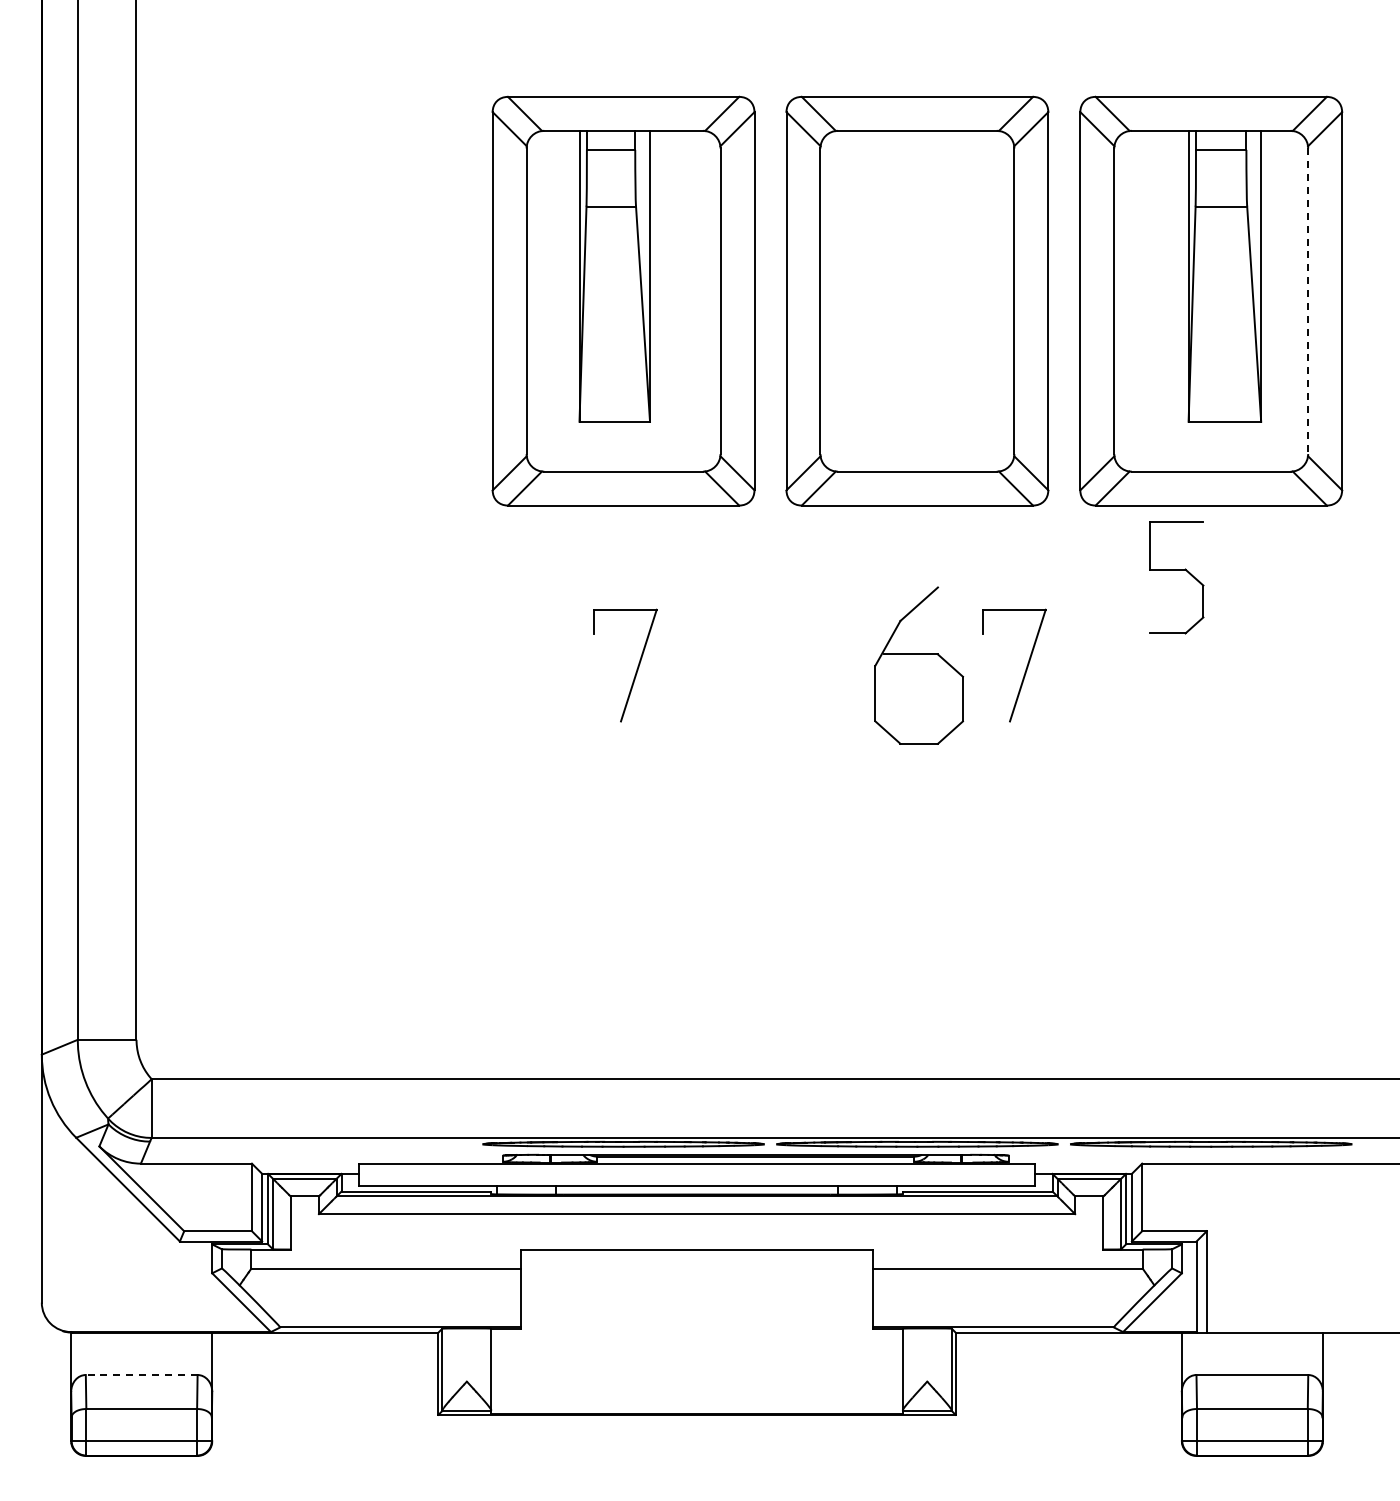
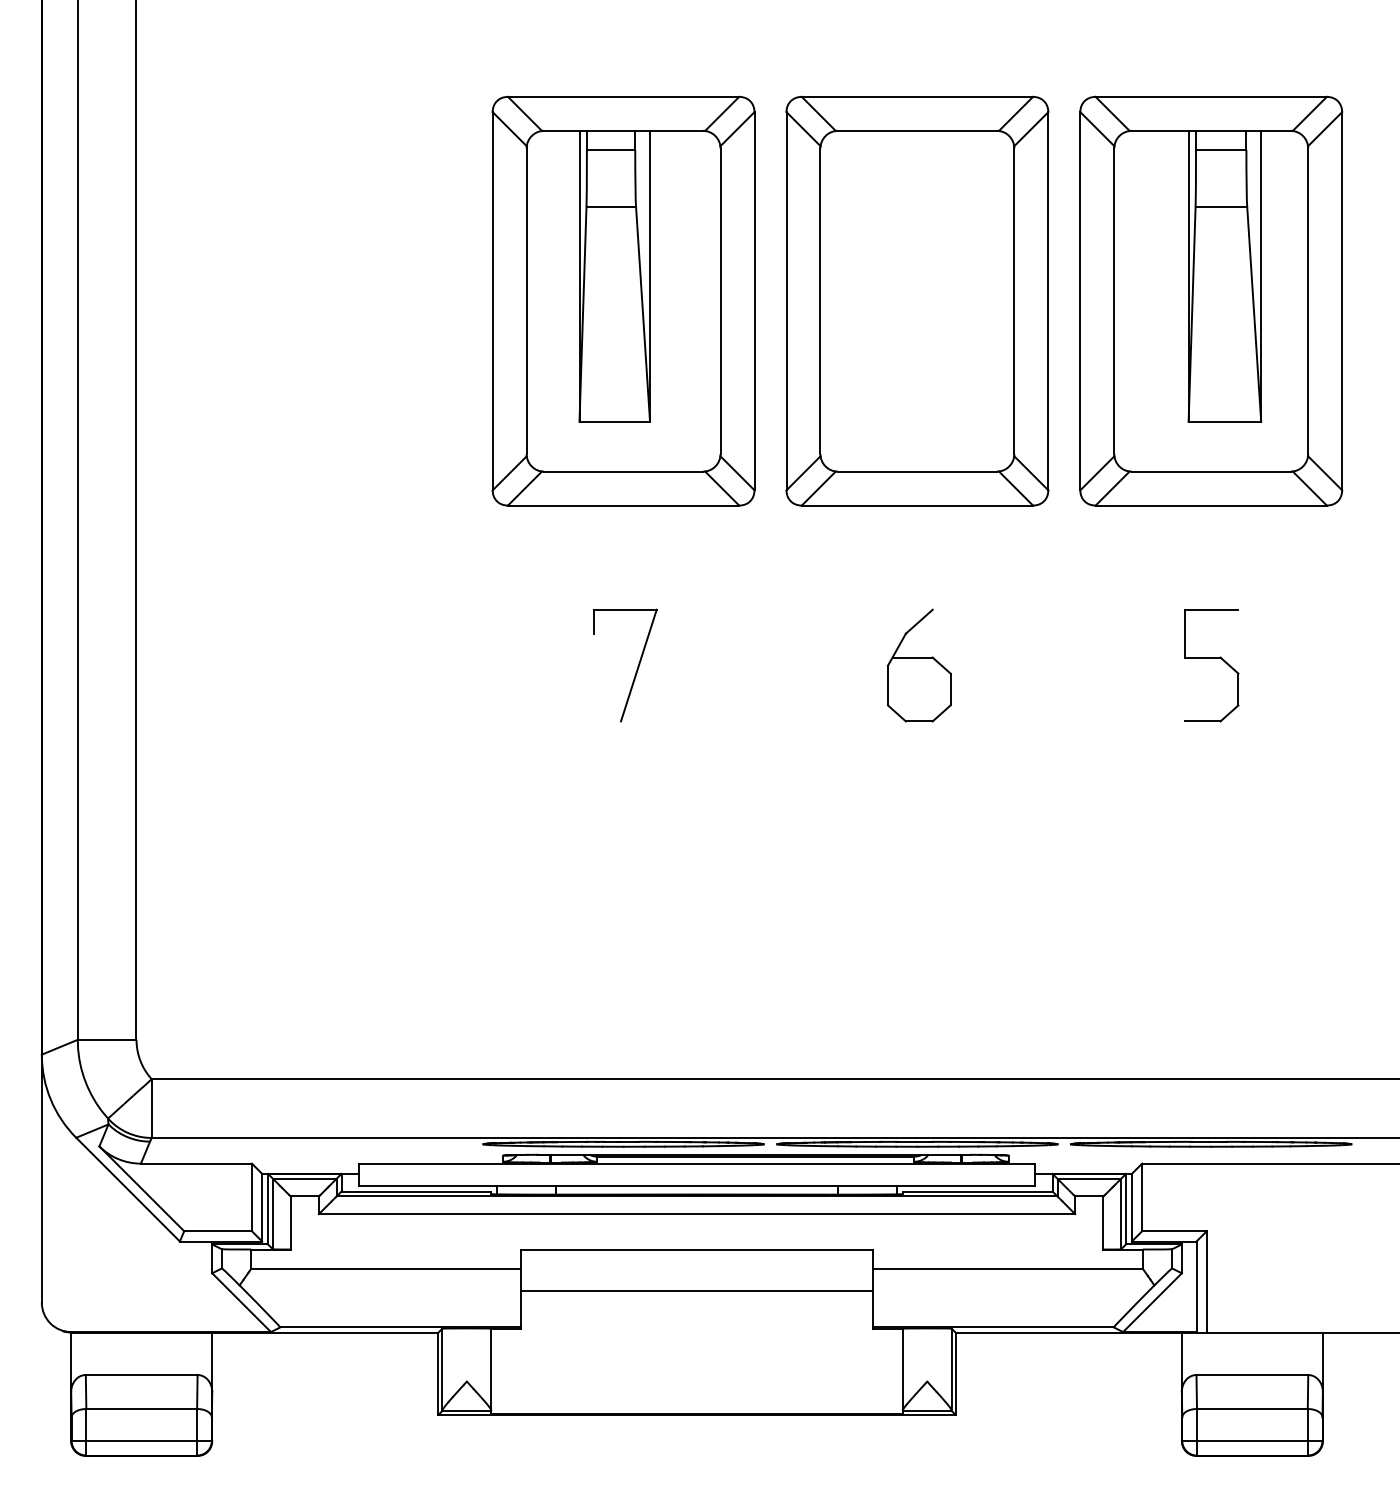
line at (1308, 301): dashed -> solid
part at (1176, 570) position: (1176, 570) -> (1211, 658)
part at (918, 665) size: 90x159 px -> 65x115 px
part at (1025, 669): present -> none
line at (696, 1291): none -> present
line at (141, 1375): dashed -> solid
